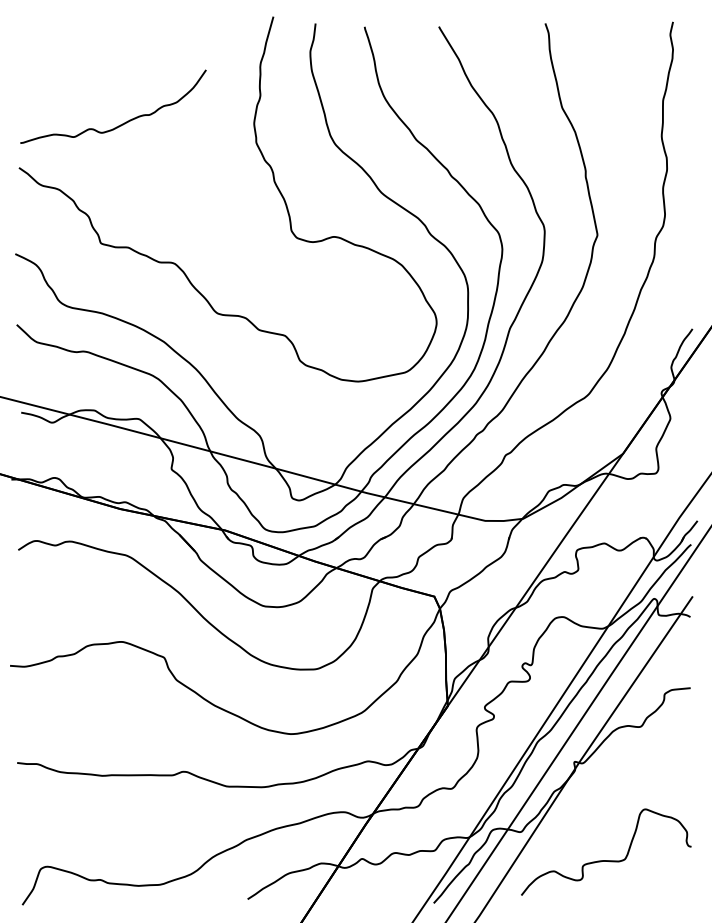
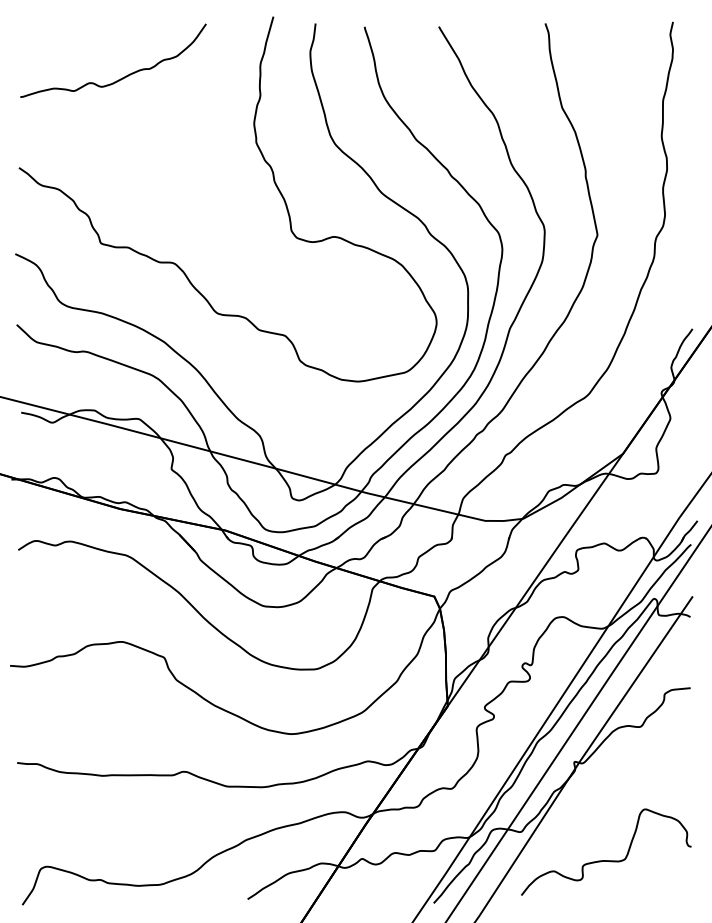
curve at (122, 123) position: (122, 123) -> (122, 77)
